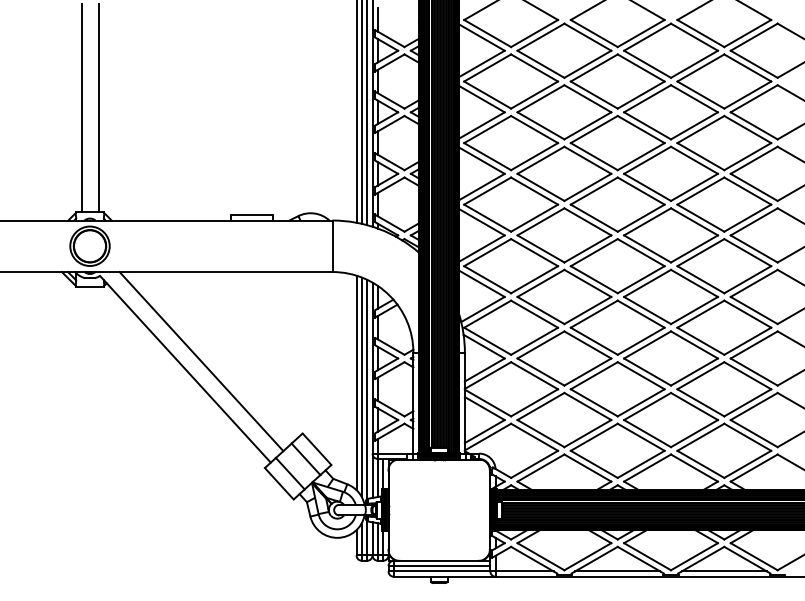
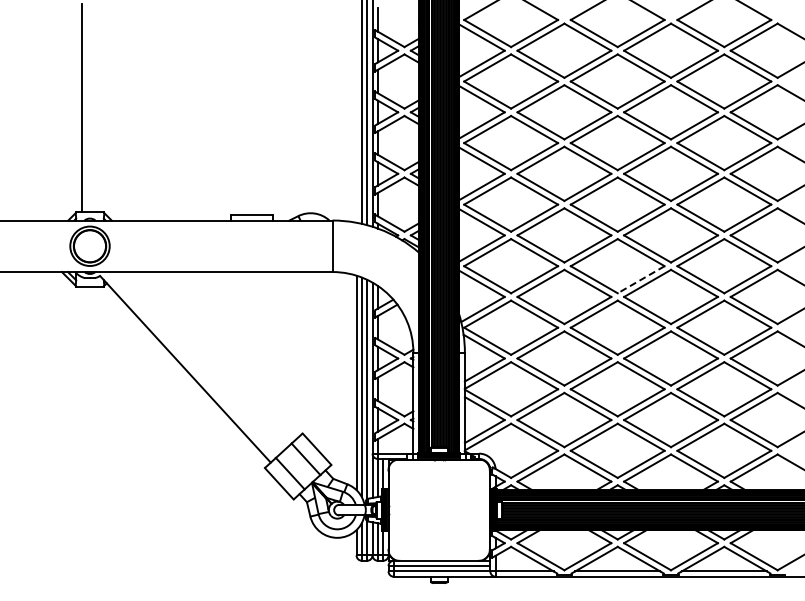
line at (98, 108): present -> none
line at (356, 112): present -> none
line at (640, 279): solid -> dashed
line at (201, 361): present -> none
